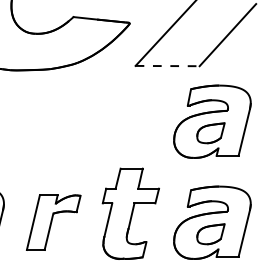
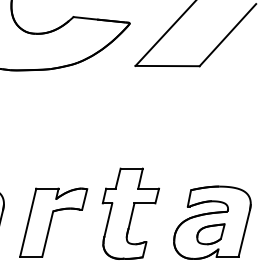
line at (168, 66): dashed -> solid
part at (212, 121): present -> none
part at (53, 222) size: 56x57 px -> 70x71 px
